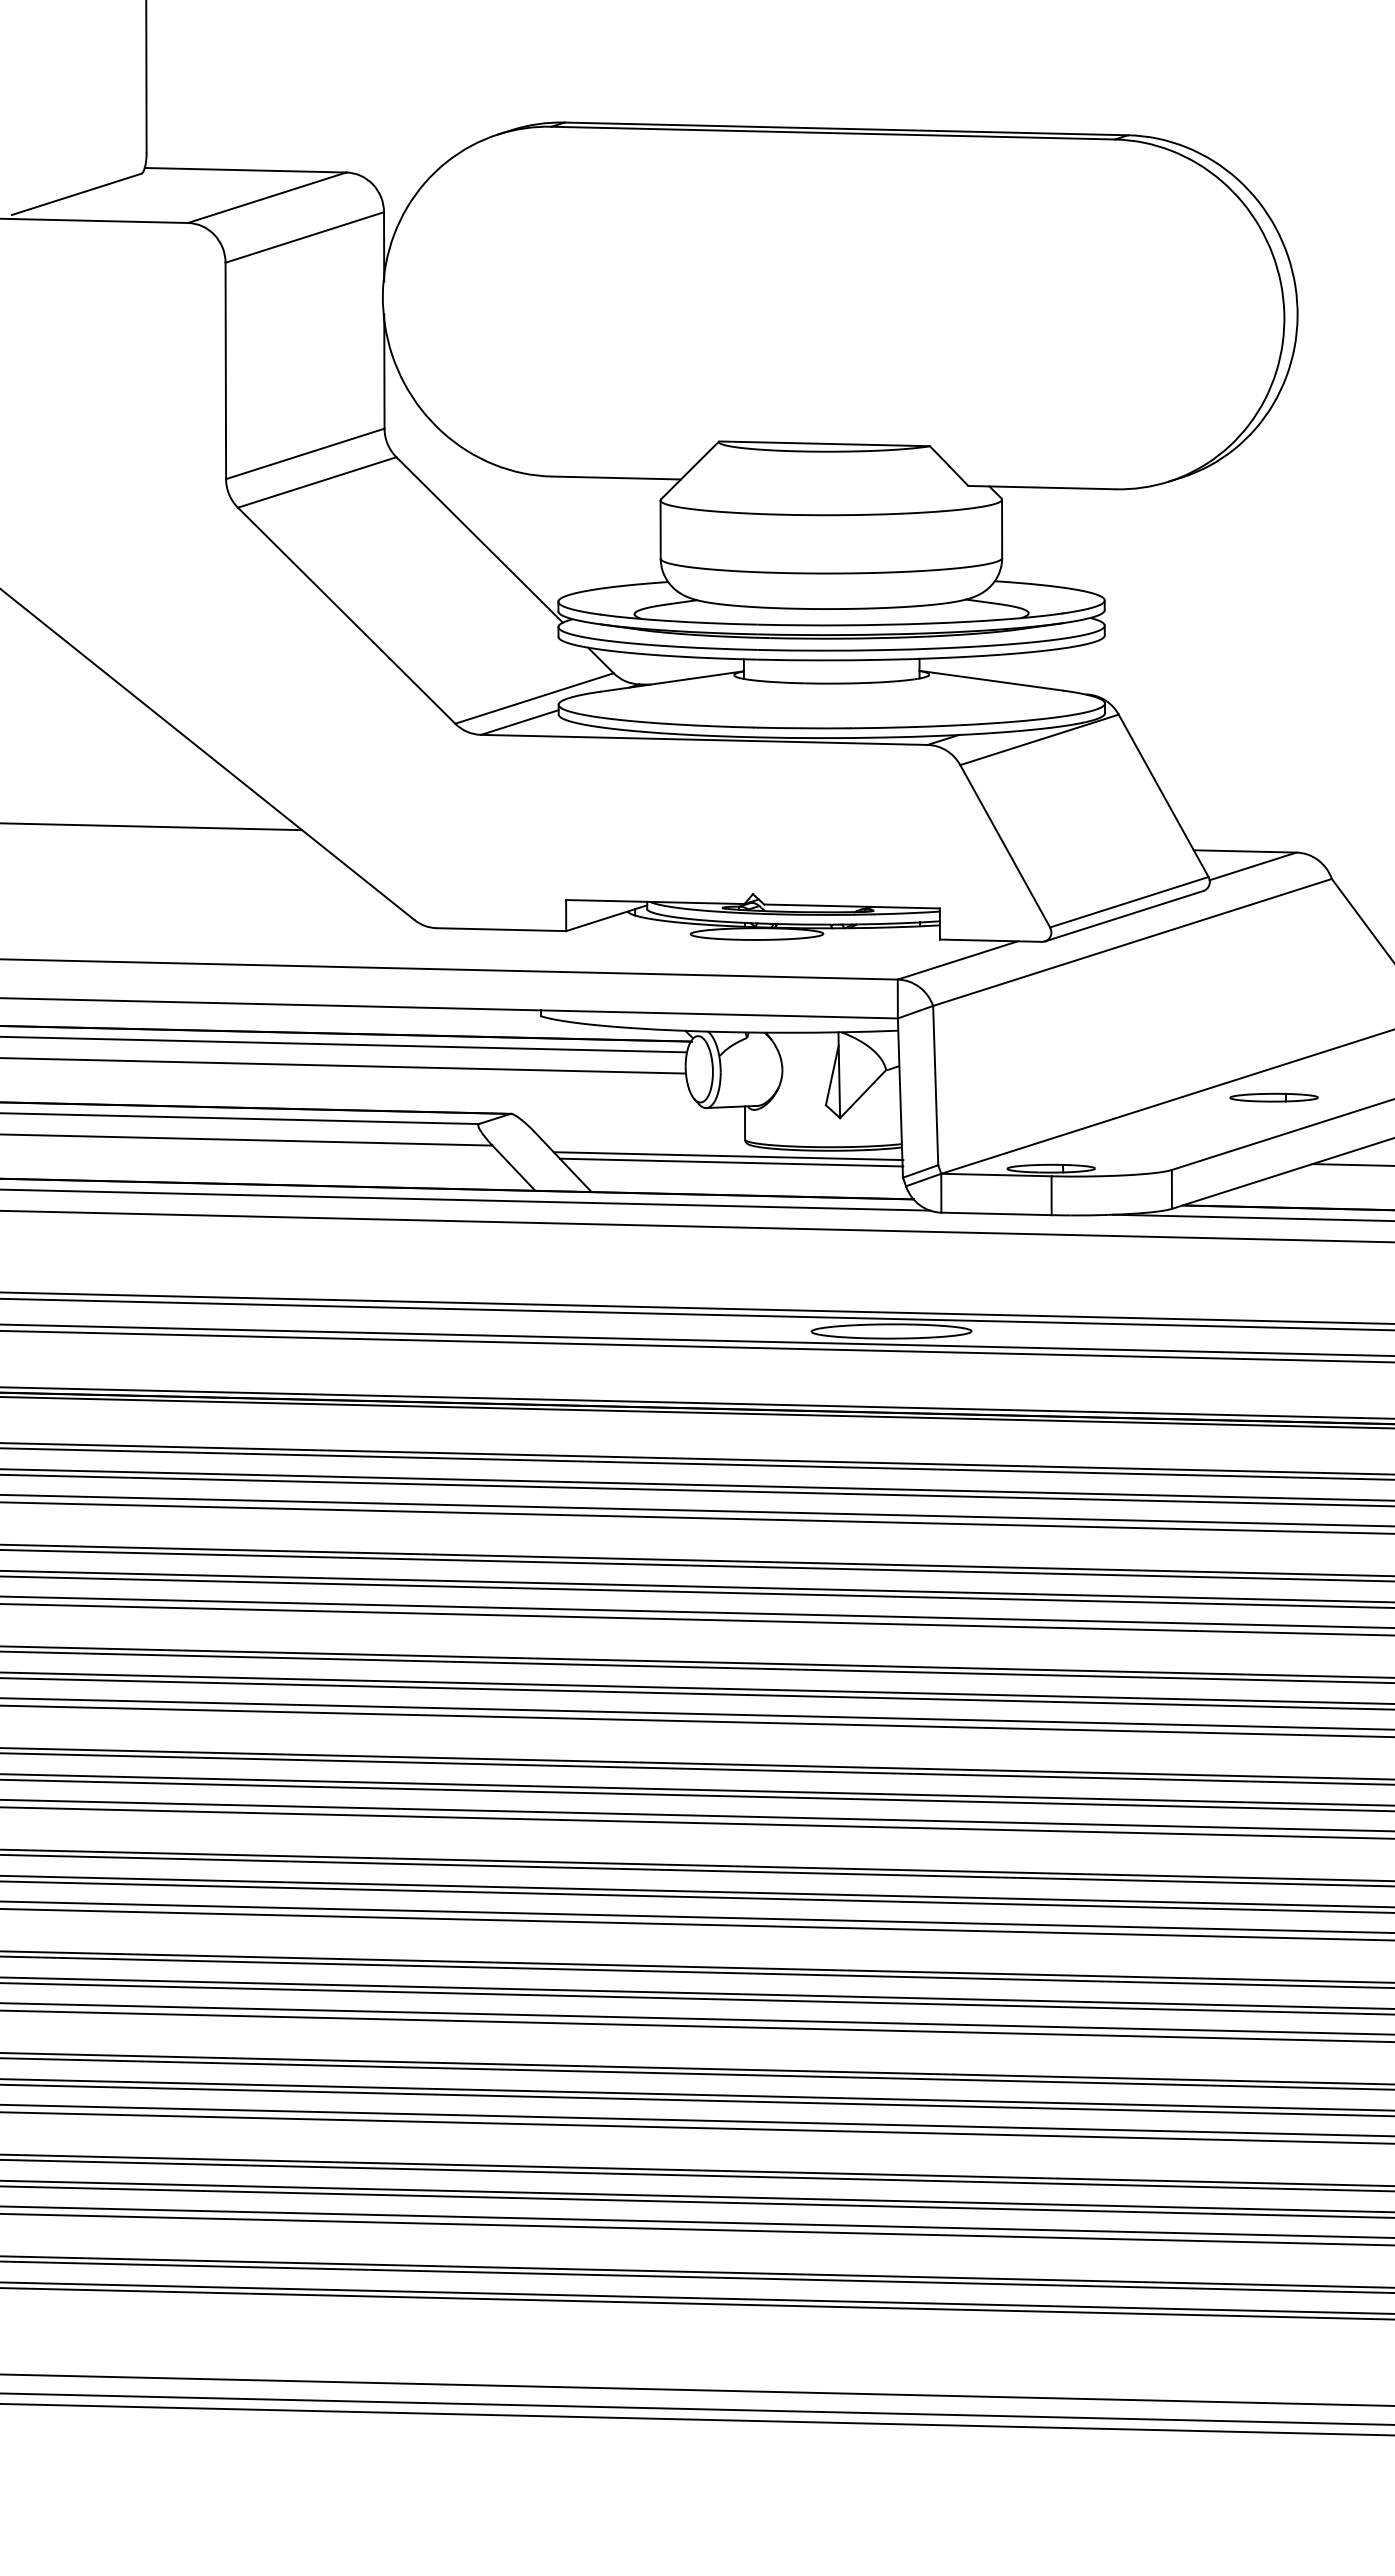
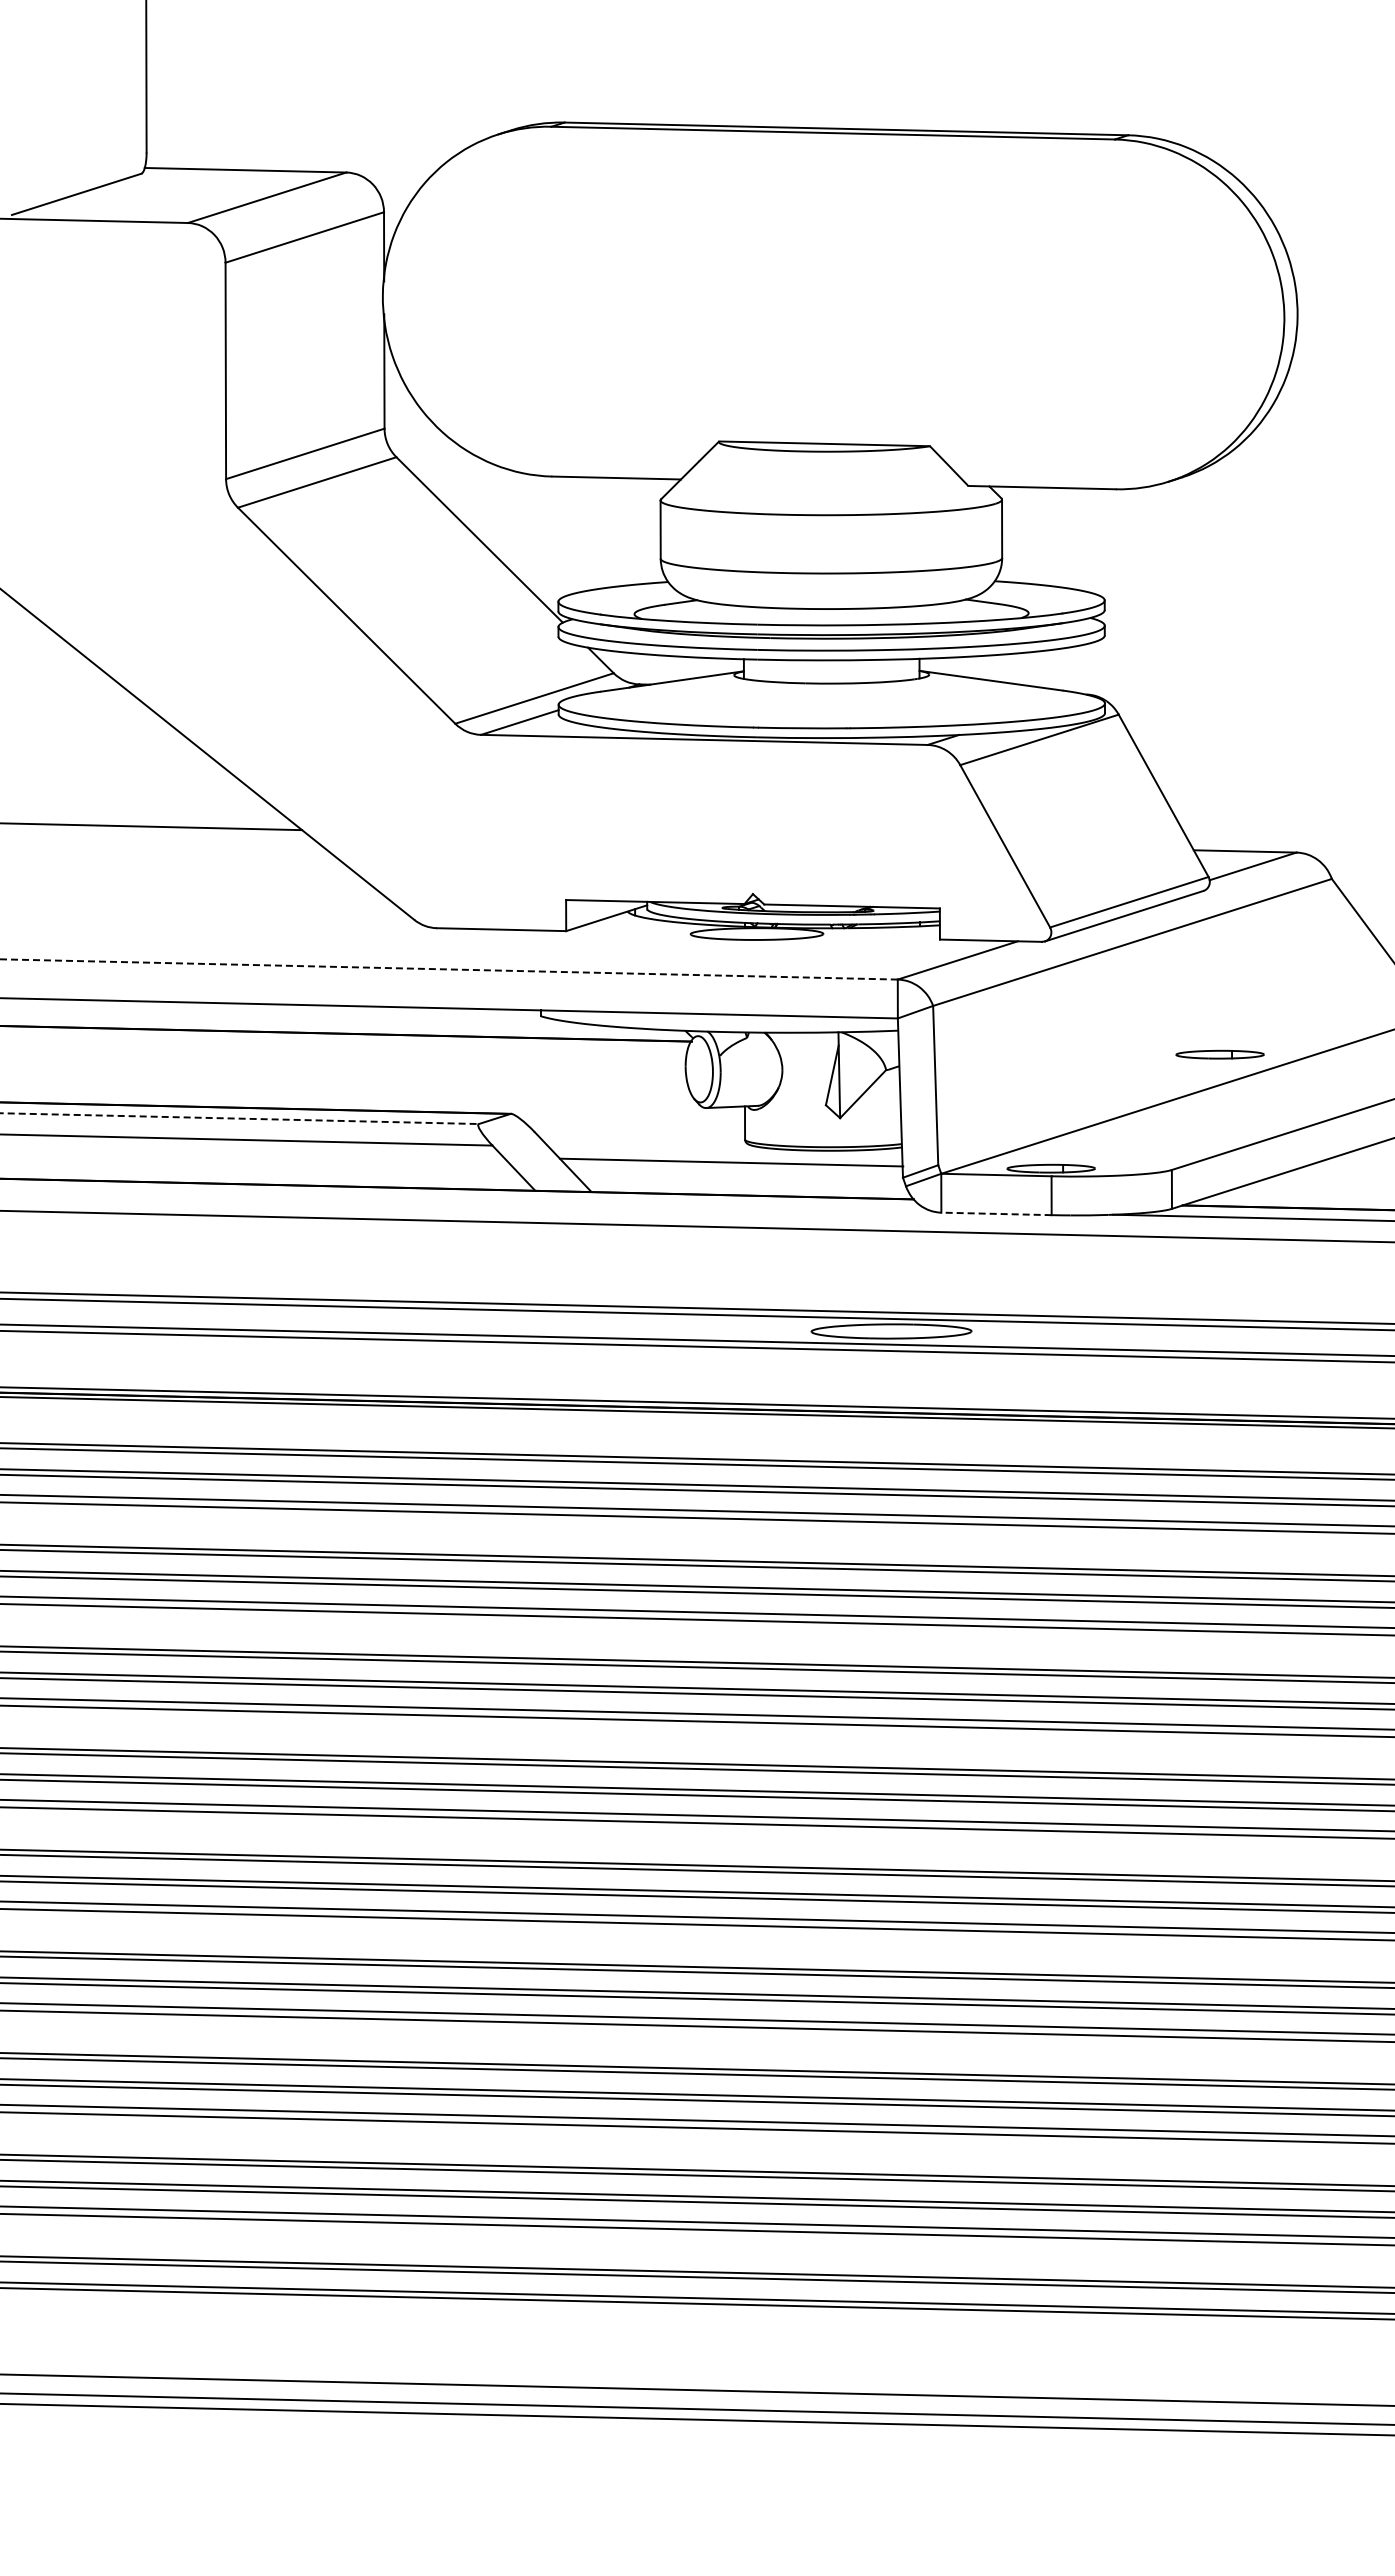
line at (449, 969): solid -> dashed
line at (343, 1044): present -> none
line at (343, 1065): present -> none
part at (1273, 1097) position: (1273, 1097) -> (1219, 1054)
line at (240, 1118): solid -> dashed
line at (728, 1156): present -> none
line at (1351, 1164): present -> none
line at (466, 1199): present -> none
line at (996, 1213): solid -> dashed
